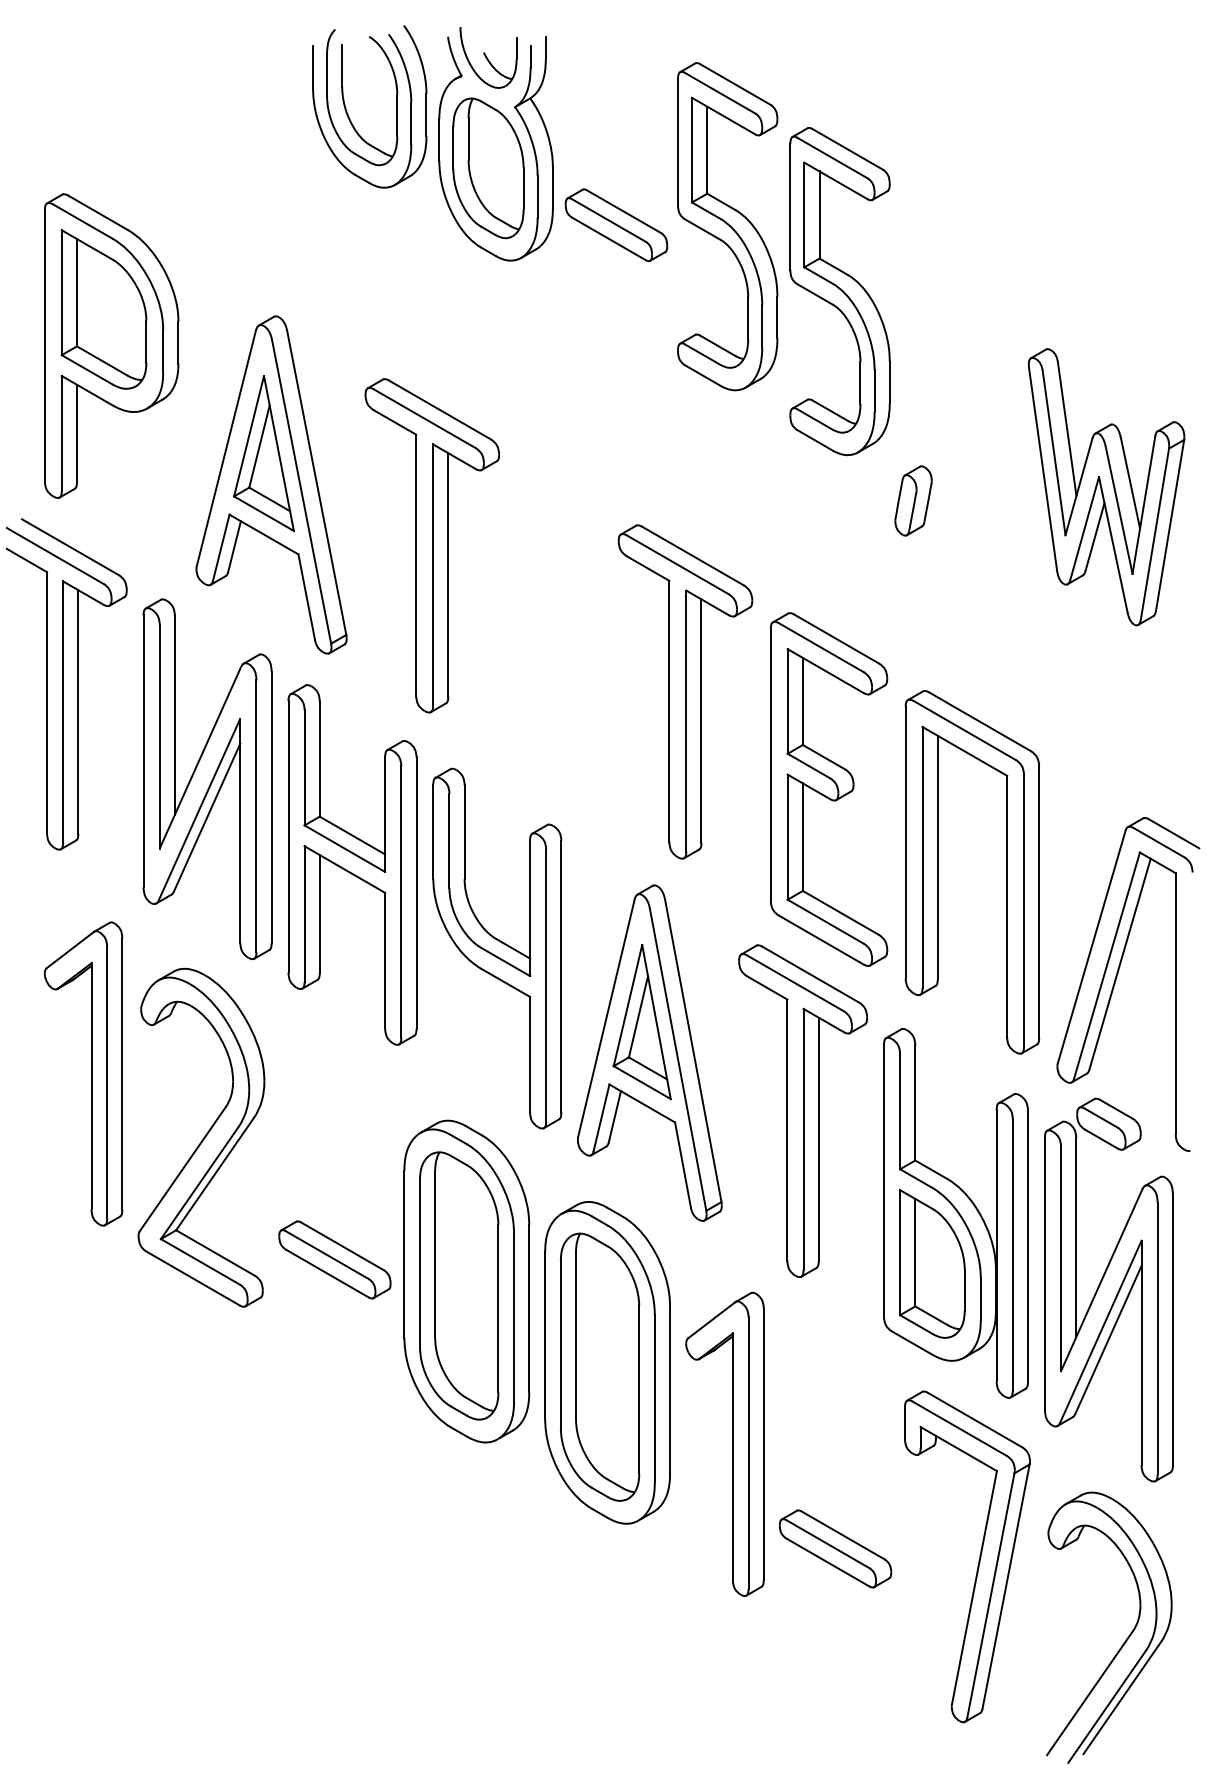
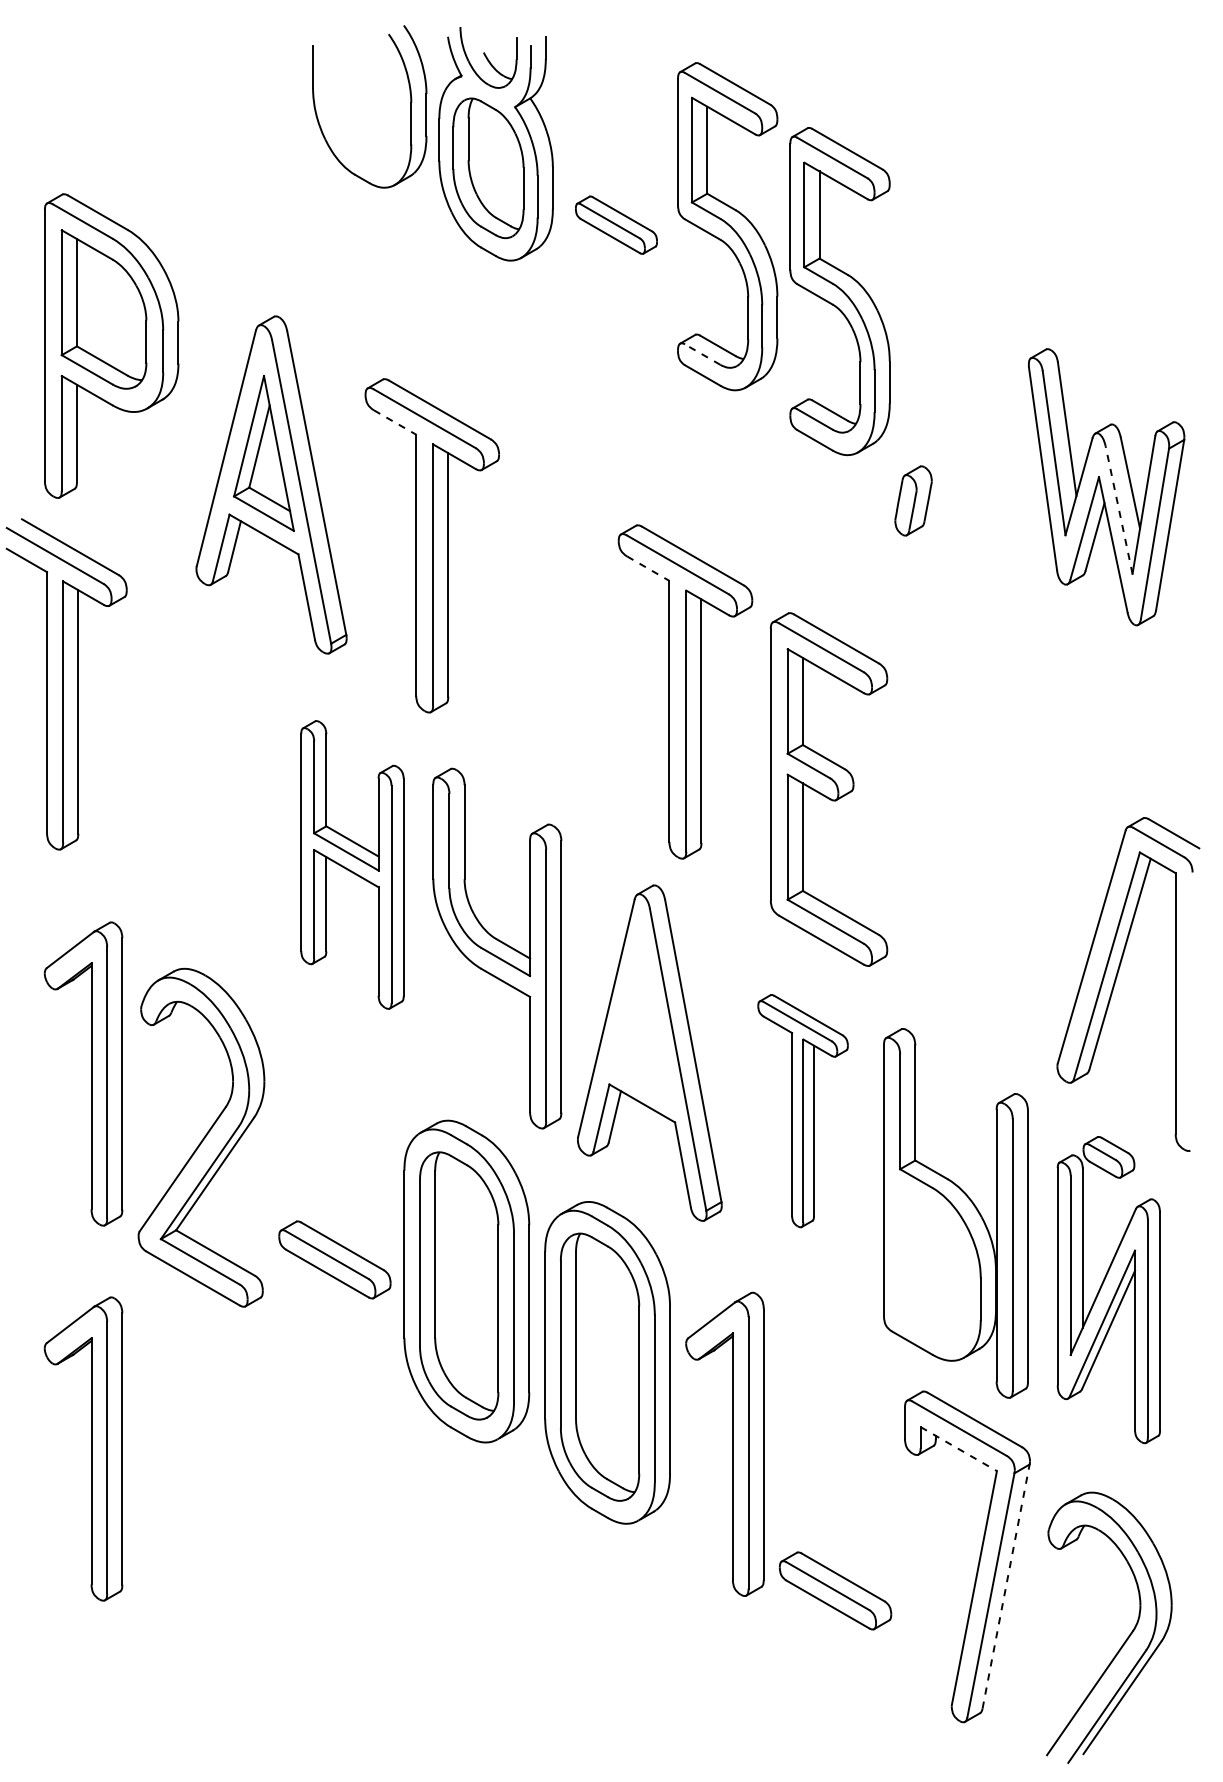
part at (344, 98): present -> none
part at (616, 224) size: 105x74 px -> 83x60 px
line at (702, 354): solid -> dashed
line at (395, 422): solid -> dashed
line at (1118, 509): solid -> dashed
line at (648, 568): solid -> dashed
part at (207, 779): present -> none
part at (352, 864) size: 131x362 px -> 105x290 px
part at (938, 872): present -> none
part at (641, 1022): present -> none
part at (802, 1110) size: 130x334 px -> 92x235 px
part at (932, 1263): present -> none
part at (1108, 1289) size: 130x386 px -> 105x309 px
part at (91, 1448): none -> present
line at (959, 1449): solid -> dashed
part at (835, 1548) position: (835, 1548) -> (835, 1590)
line at (1006, 1586): solid -> dashed
